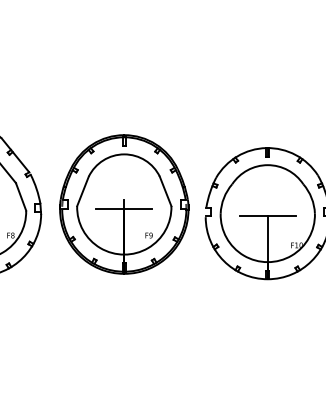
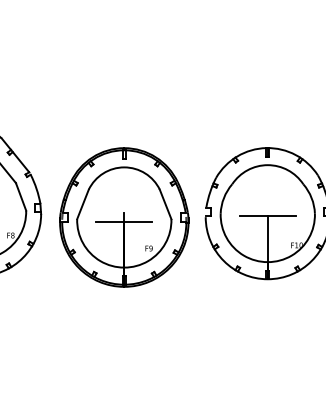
part at (124, 204) position: (124, 204) -> (124, 217)
